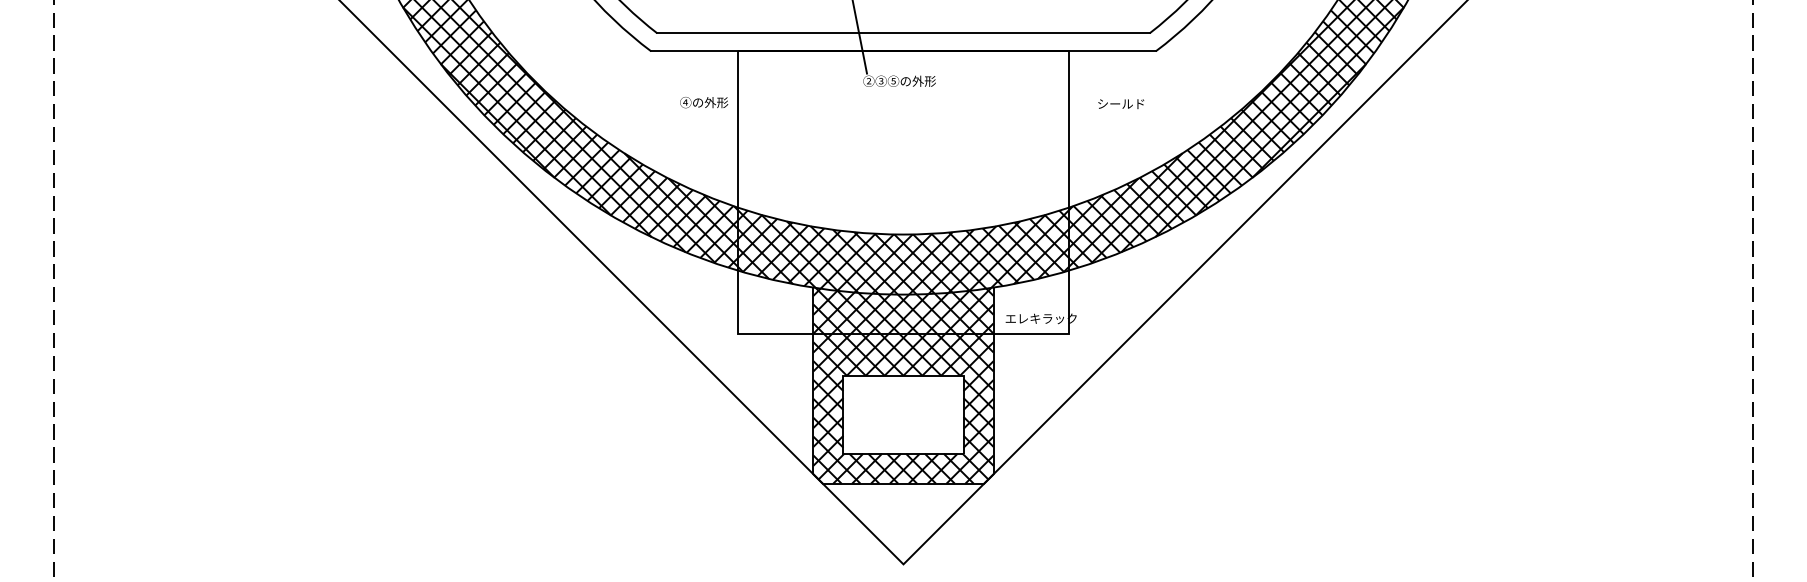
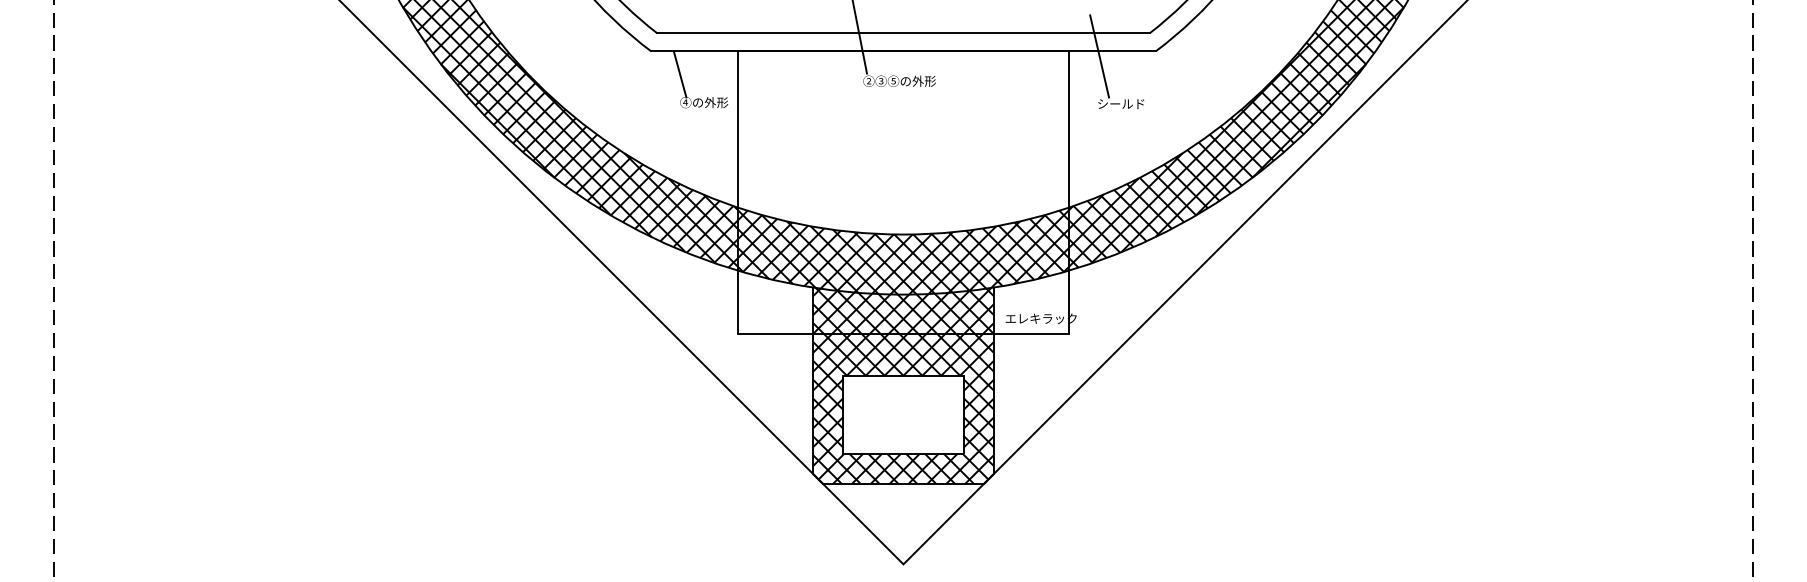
line at (1099, 56): none -> present
line at (679, 74): none -> present
